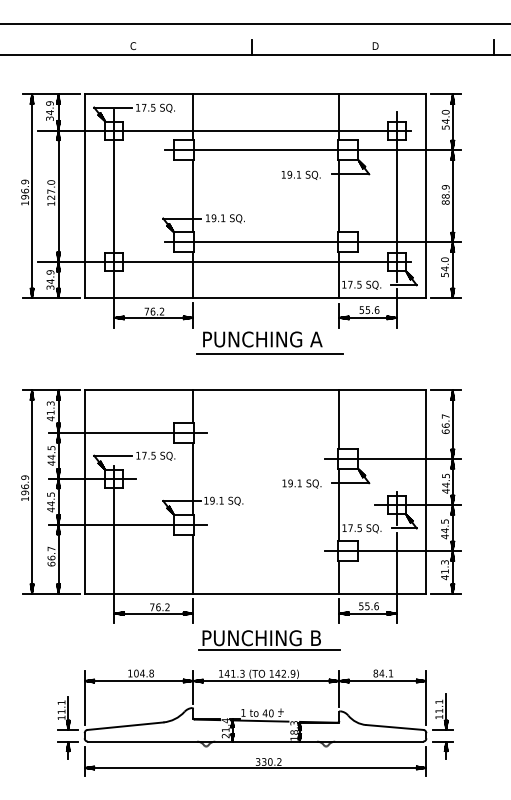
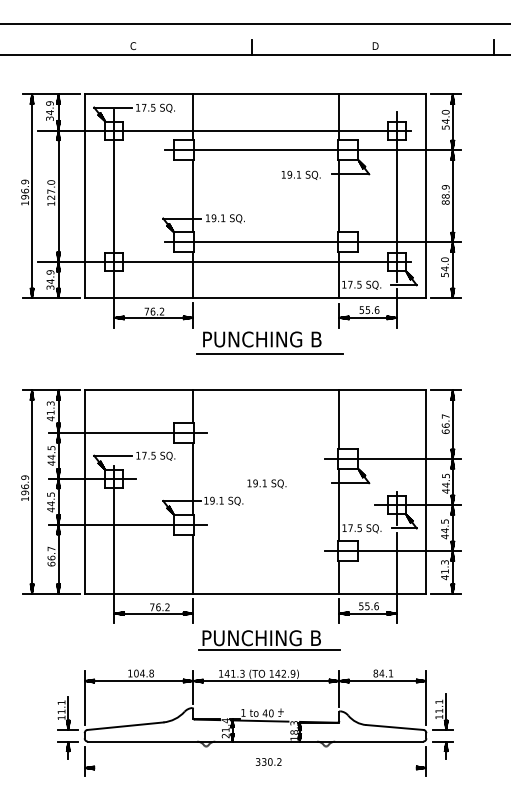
text at (316, 339): PUNCHING A -> PUNCHING B
text at (301, 483) position: (301, 483) -> (266, 483)
line at (255, 767): present -> none
